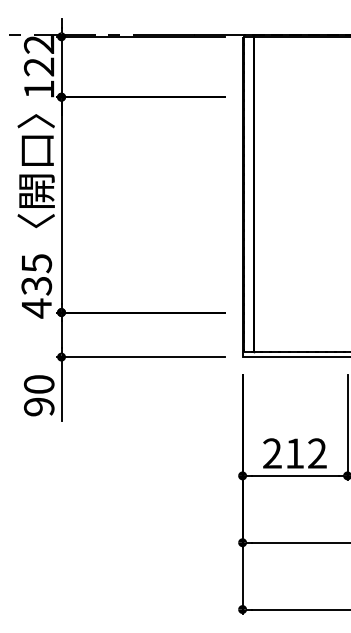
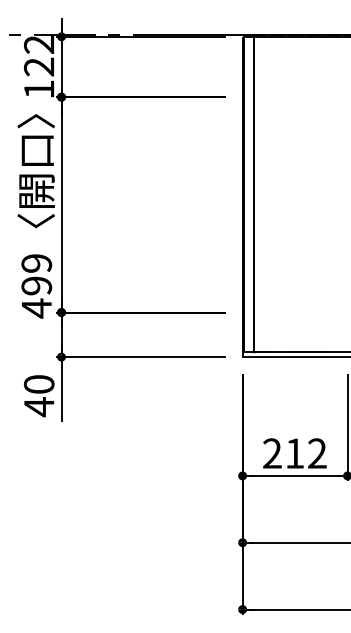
text at (36, 274): 435 -> 499
text at (38, 407): 90 -> 40
